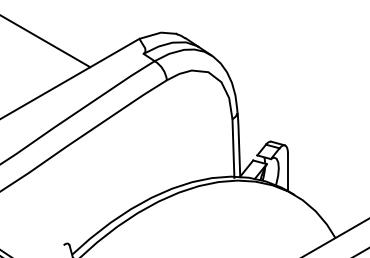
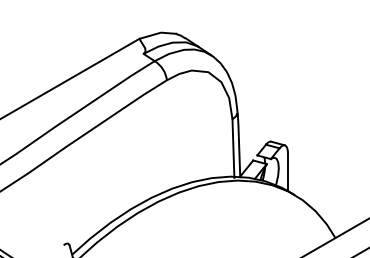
line at (46, 41): present -> none
